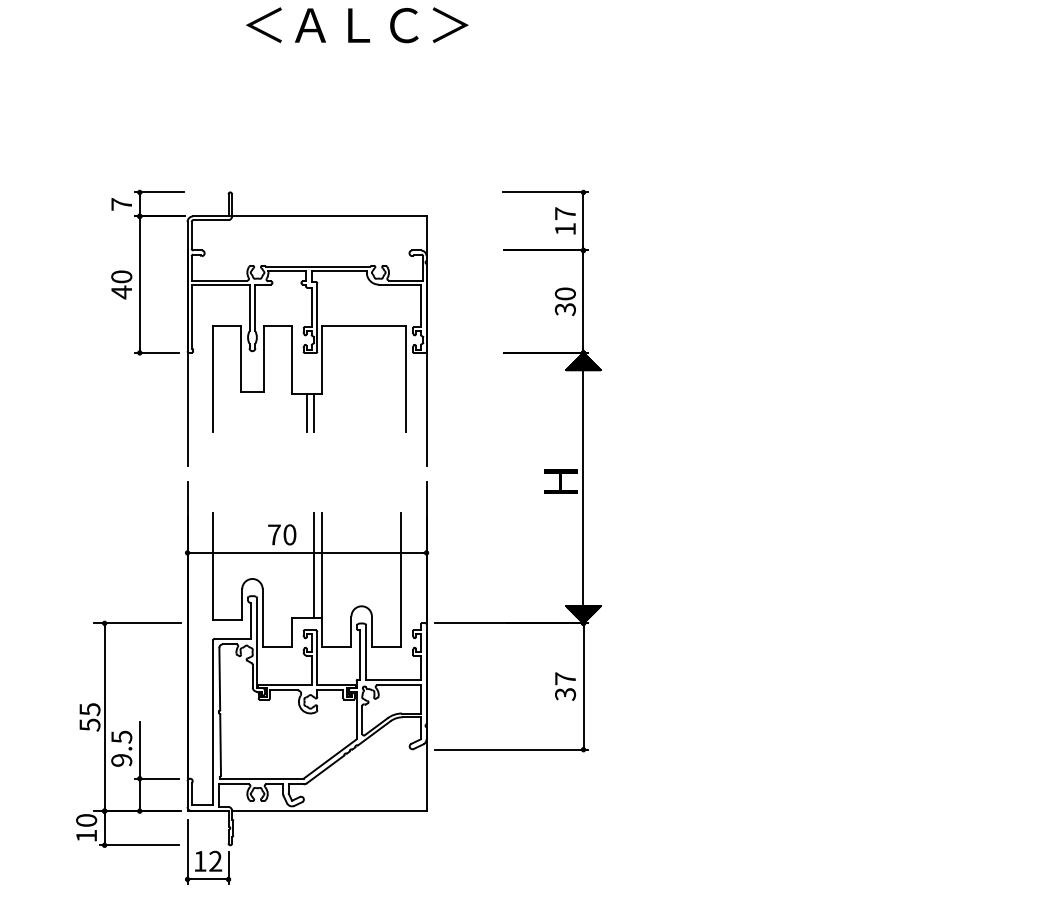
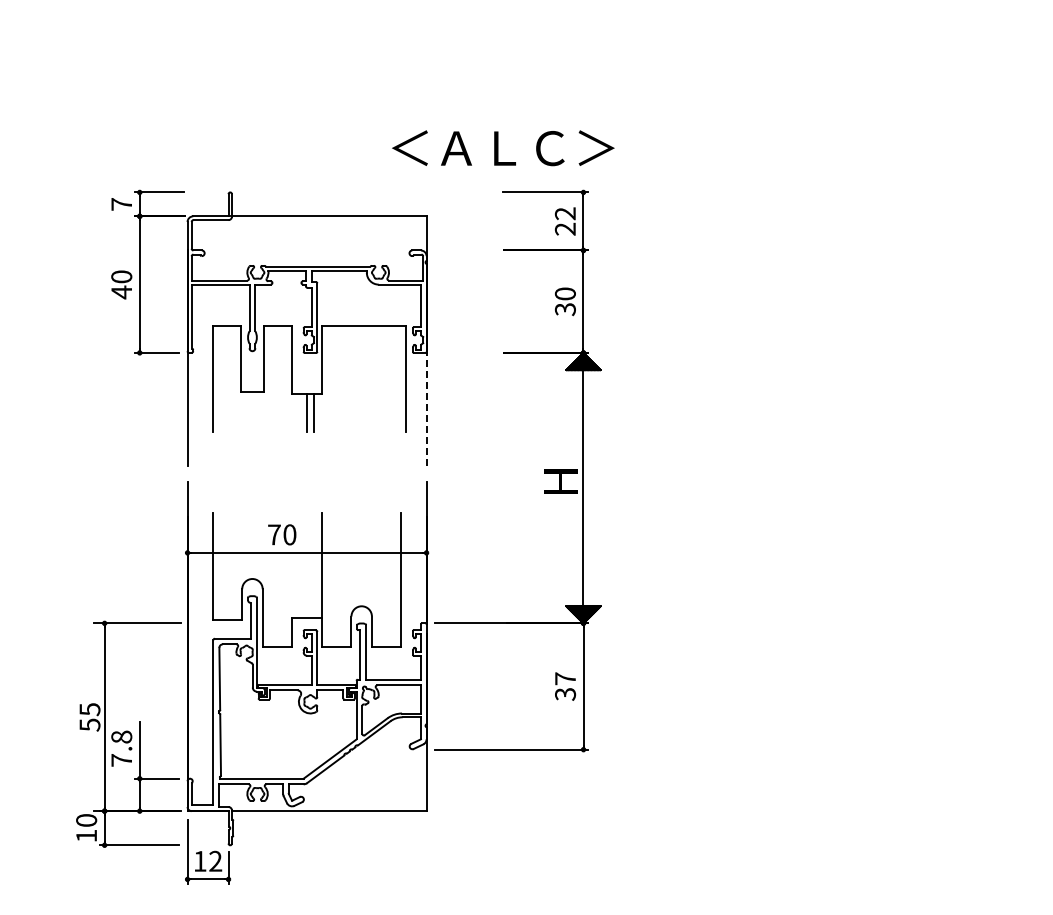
text at (357, 25) position: (357, 25) -> (503, 148)
text at (564, 221): 17 -> 22
line at (426, 409): solid -> dashed
line at (313, 565): present -> none
text at (121, 748): 9.5 -> 7.8
